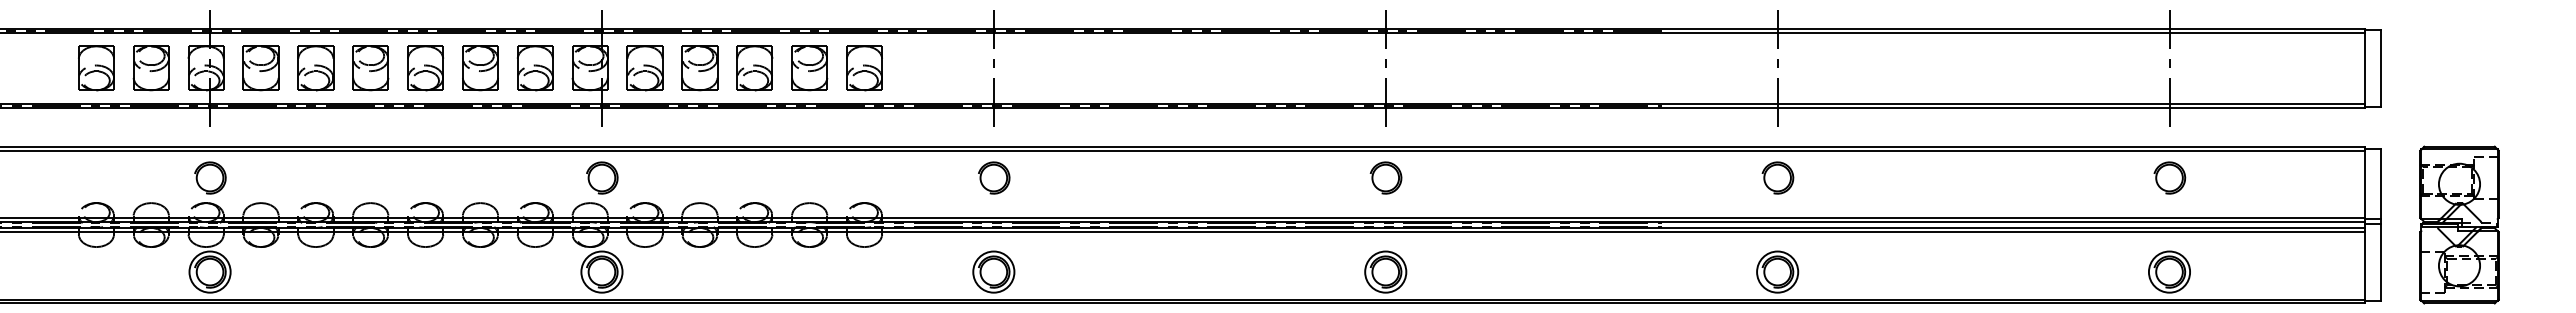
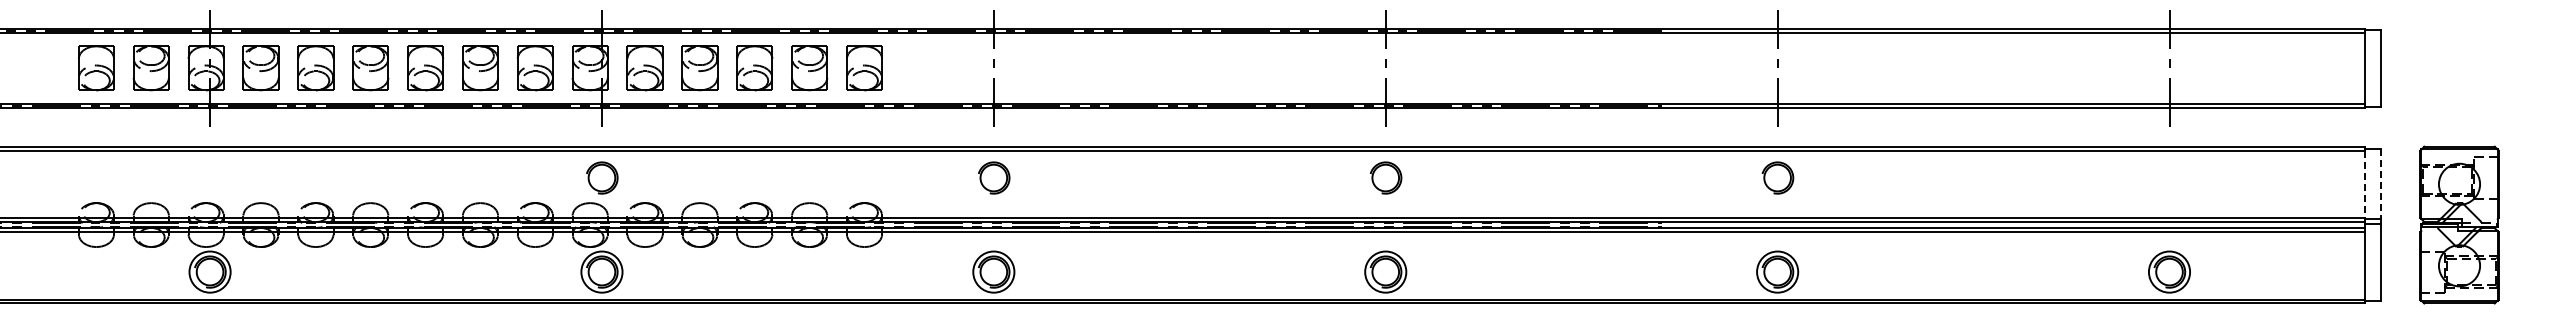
part at (210, 177): present -> none
part at (2169, 177): present -> none
line at (2381, 183): solid -> dashed
line at (2365, 184): solid -> dashed
